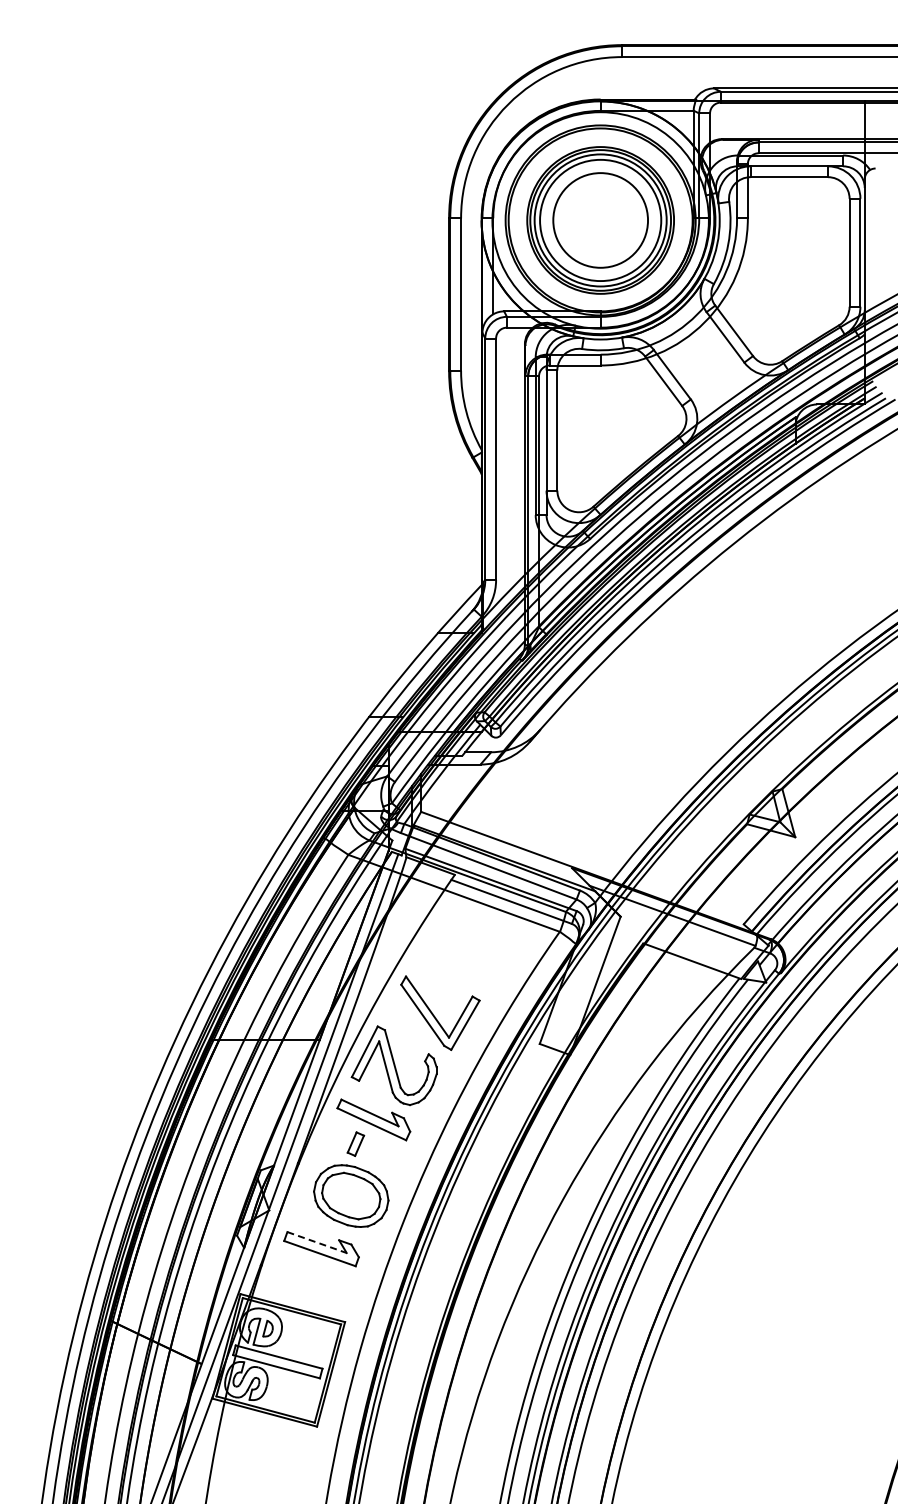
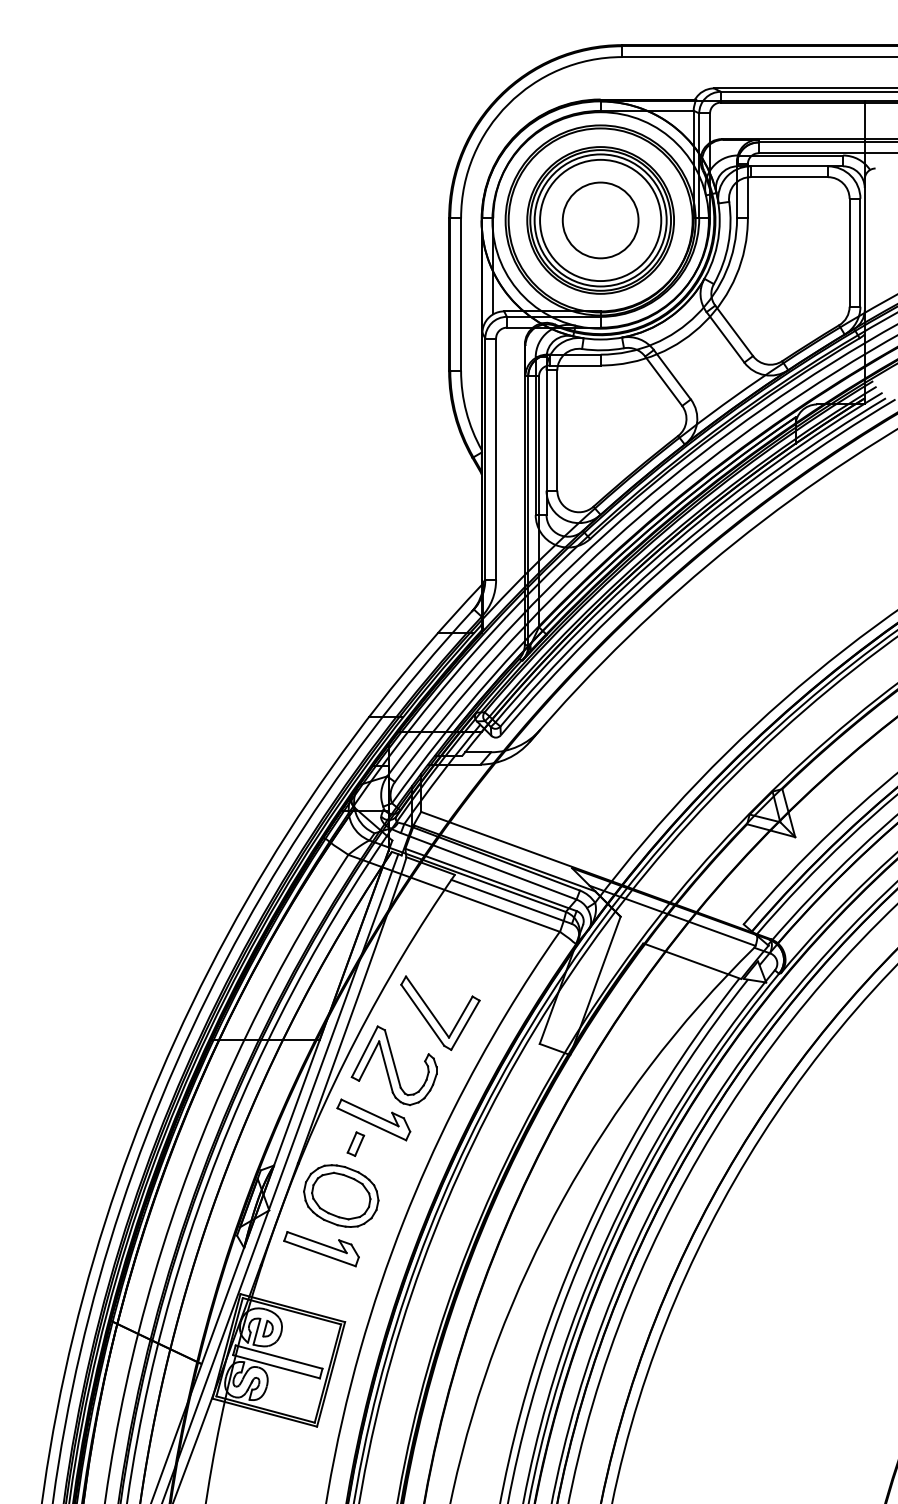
circle at (600, 220) diameter: 95 px -> 76 px
part at (351, 1195) position: (351, 1195) -> (341, 1195)
line at (317, 1242): dashed -> solid
